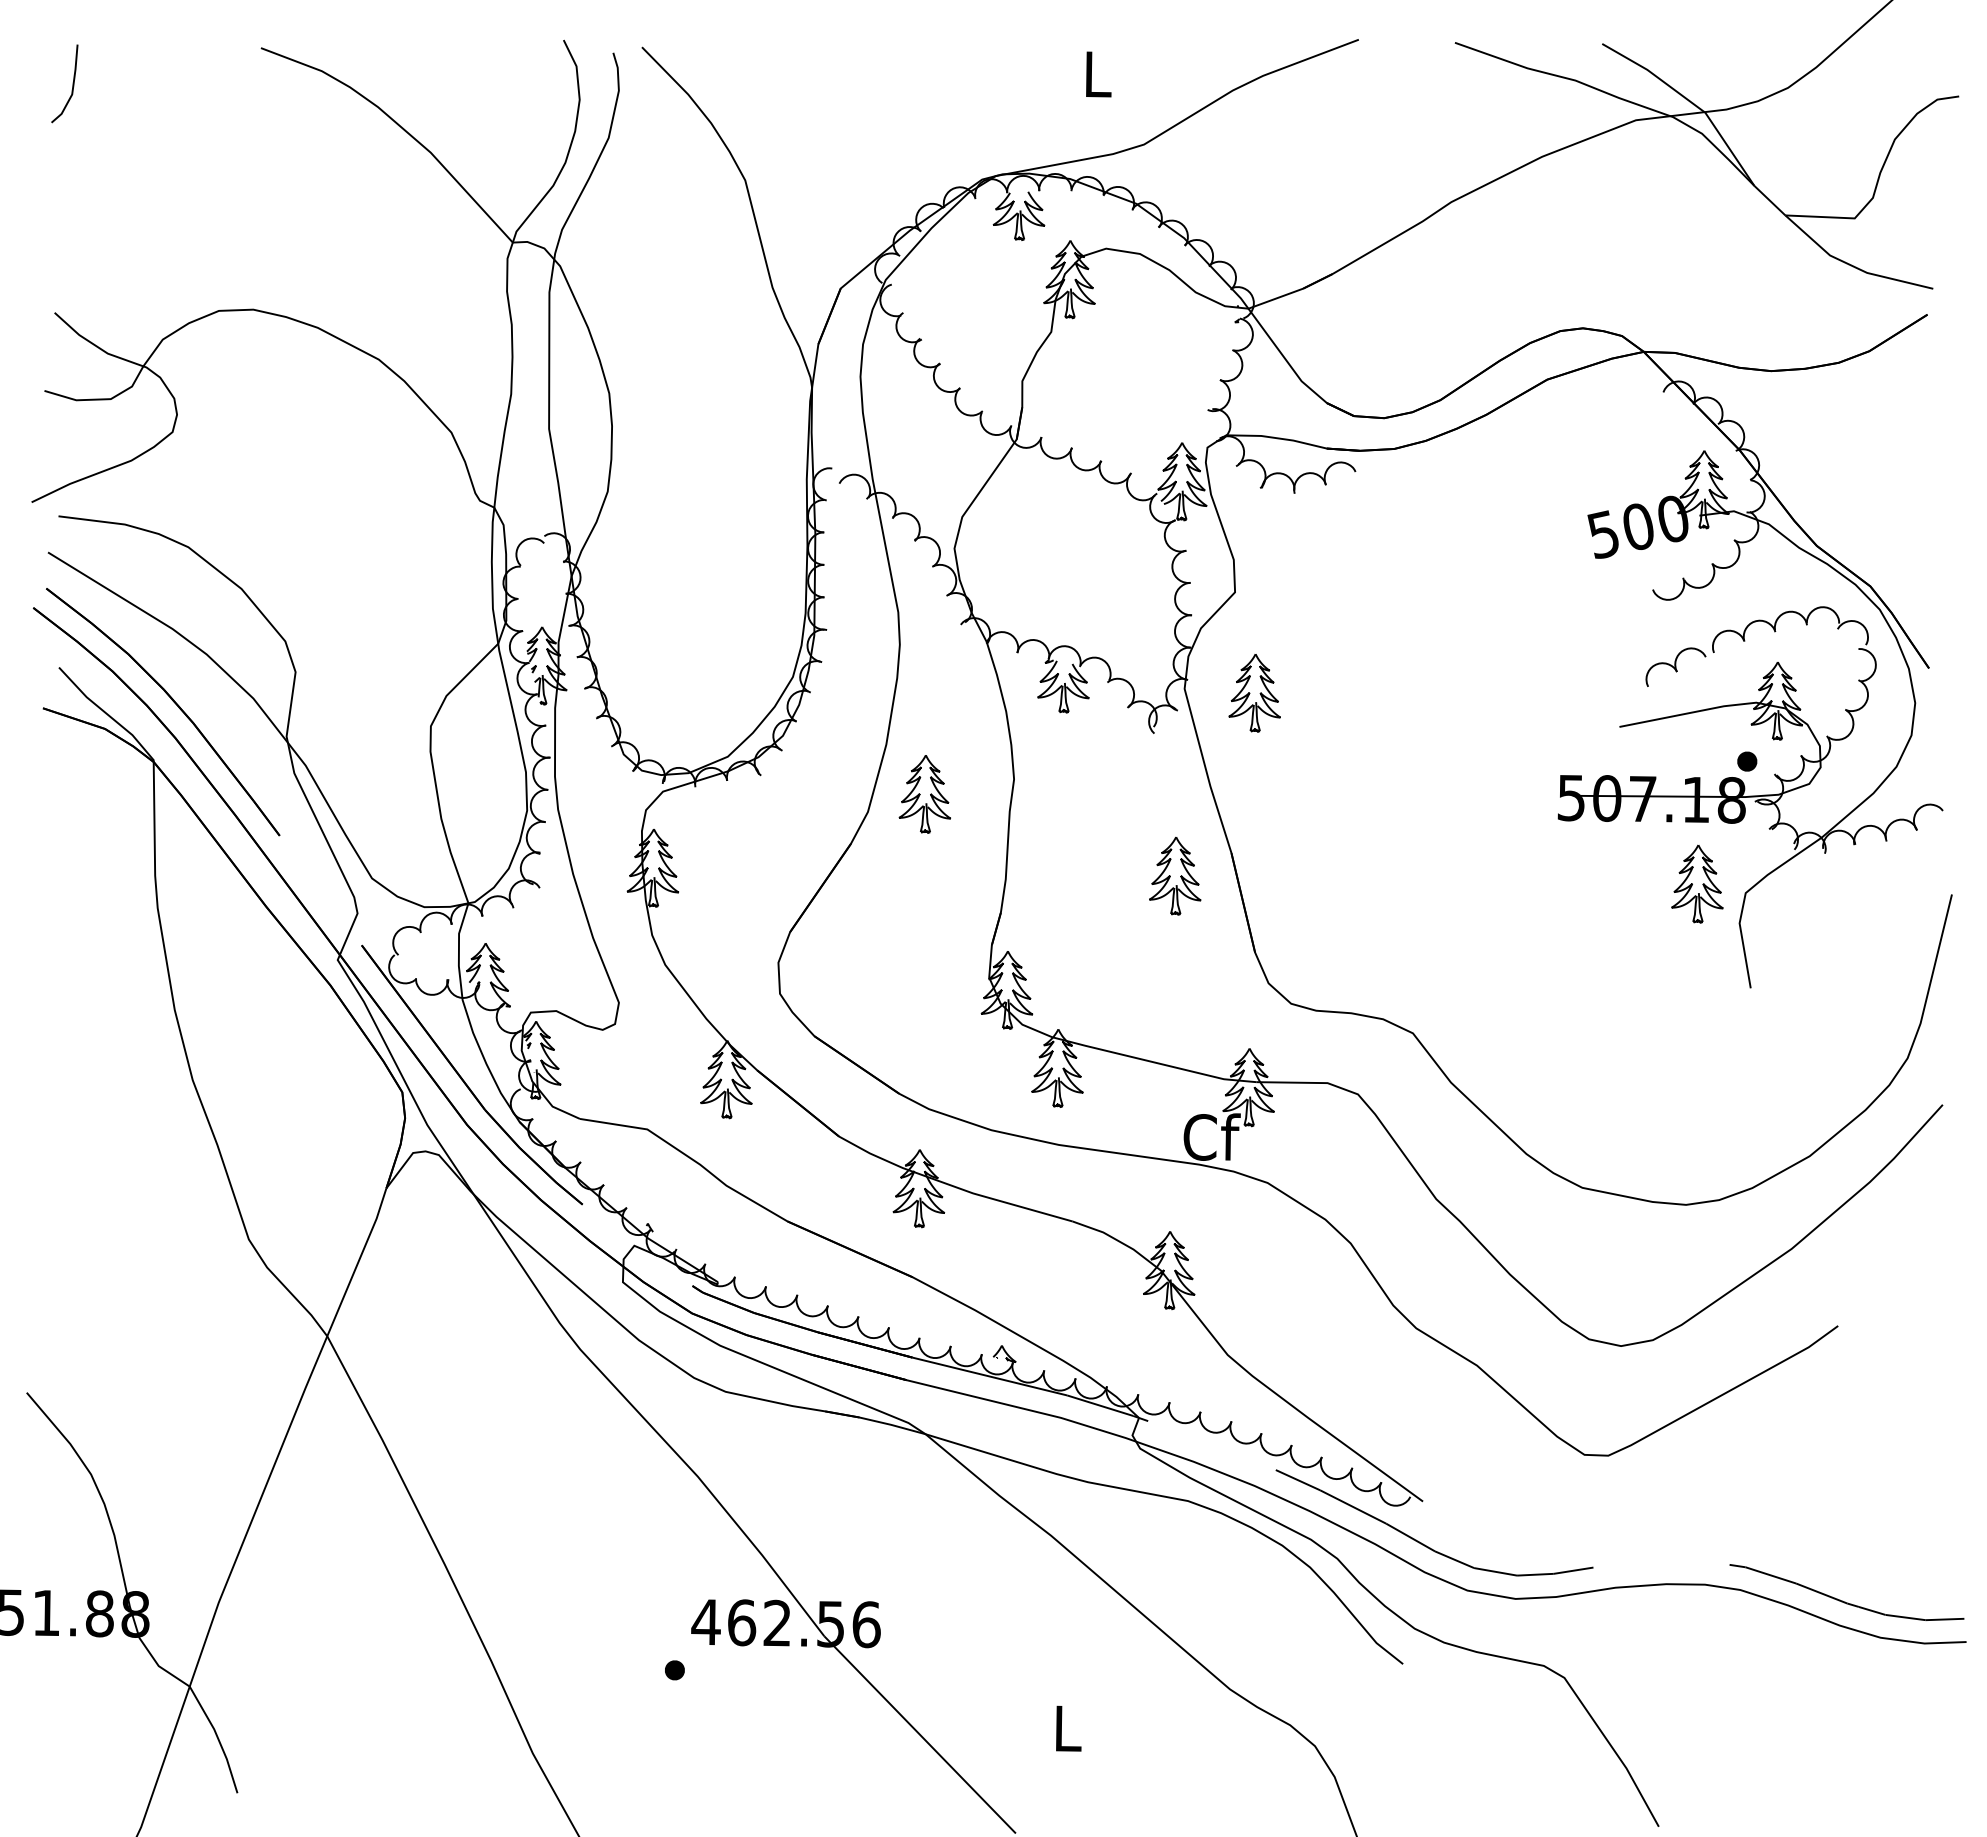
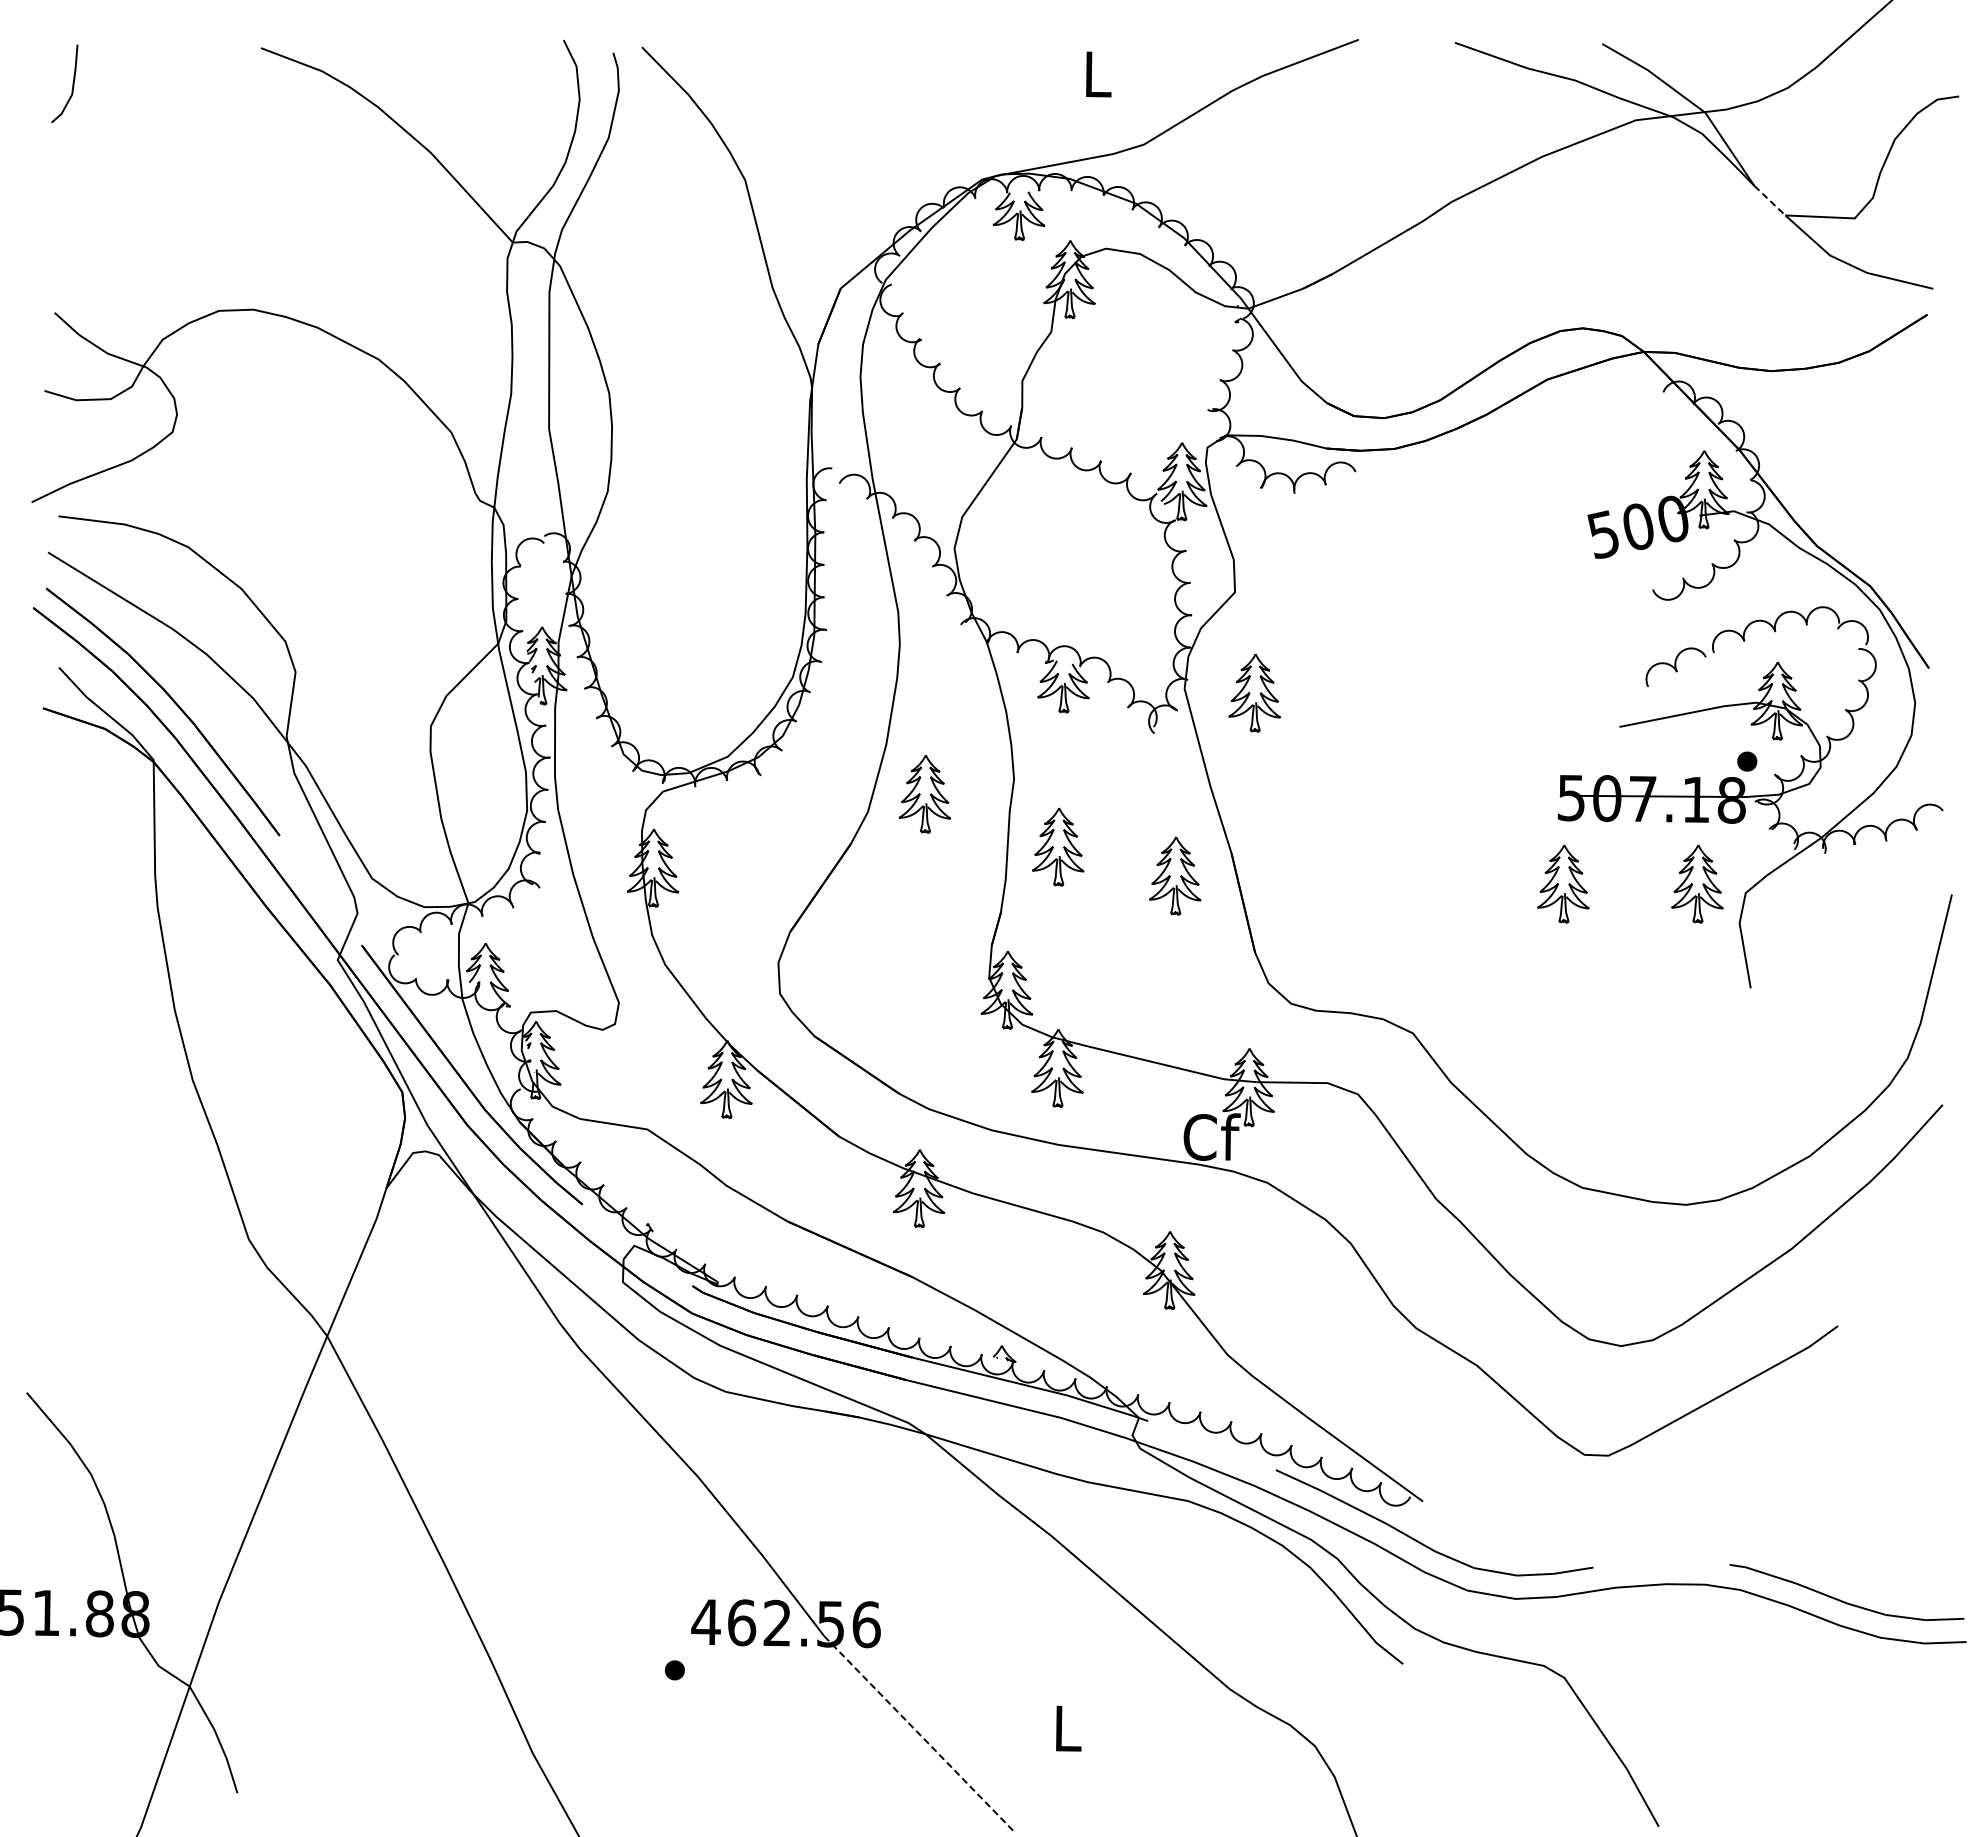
line at (1770, 201): solid -> dashed
part at (1058, 846): none -> present
part at (1563, 883): none -> present
line at (920, 1735): solid -> dashed
